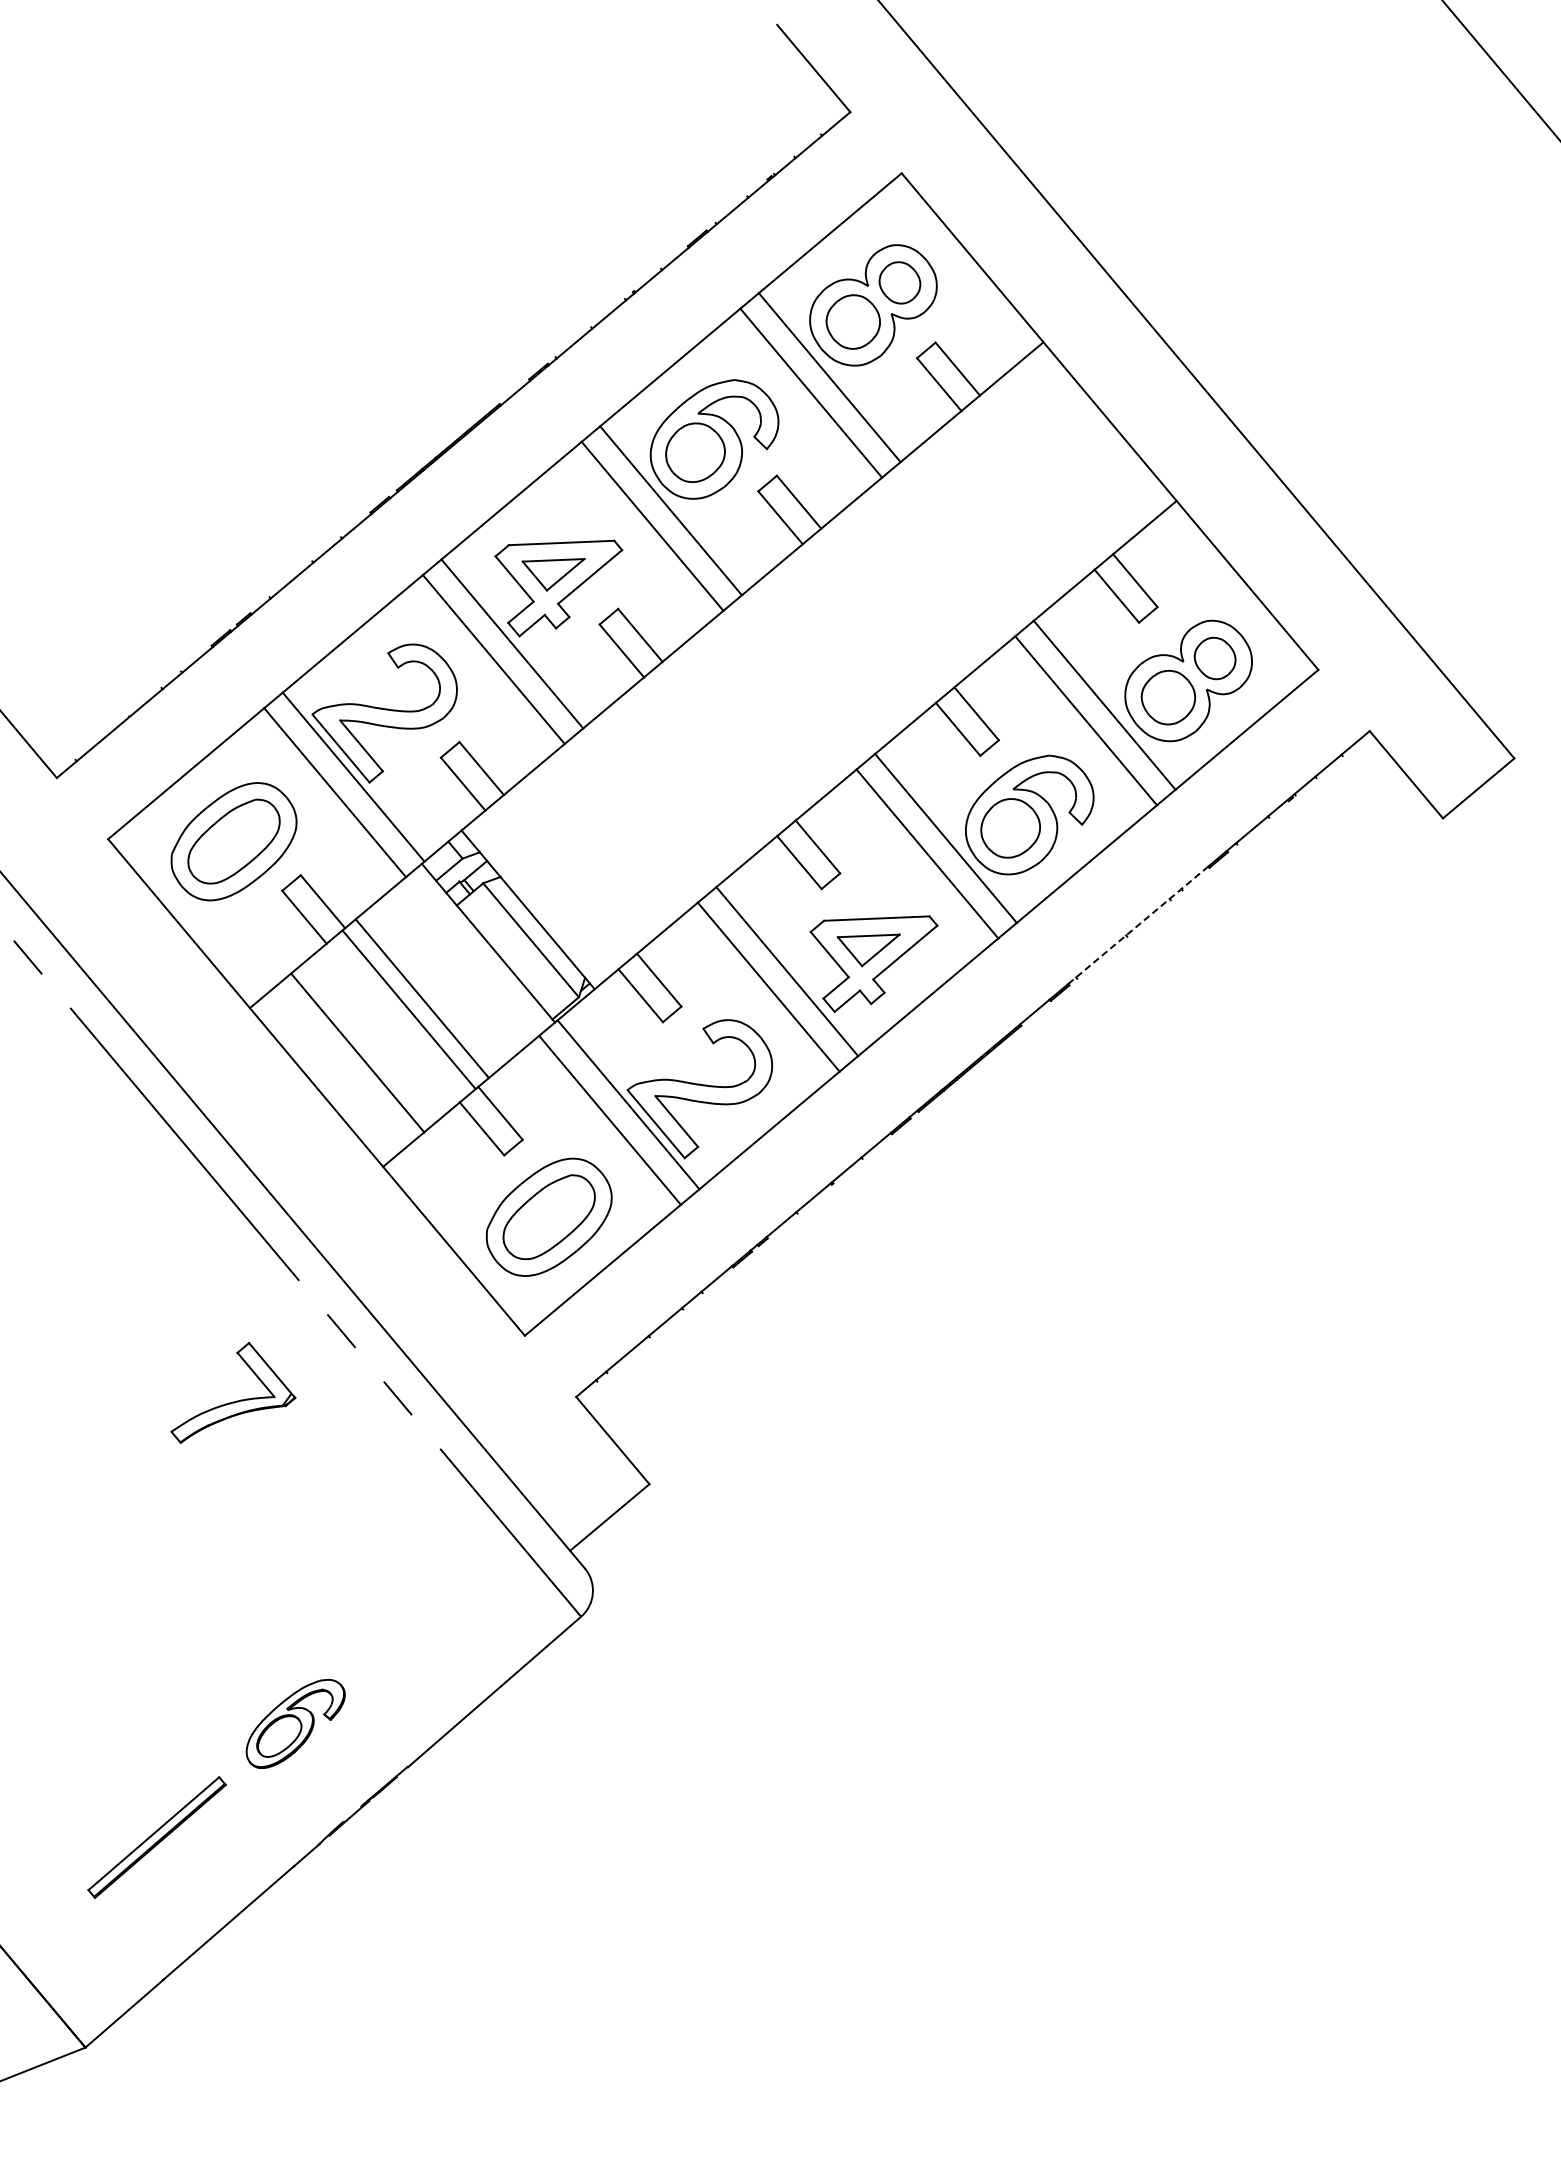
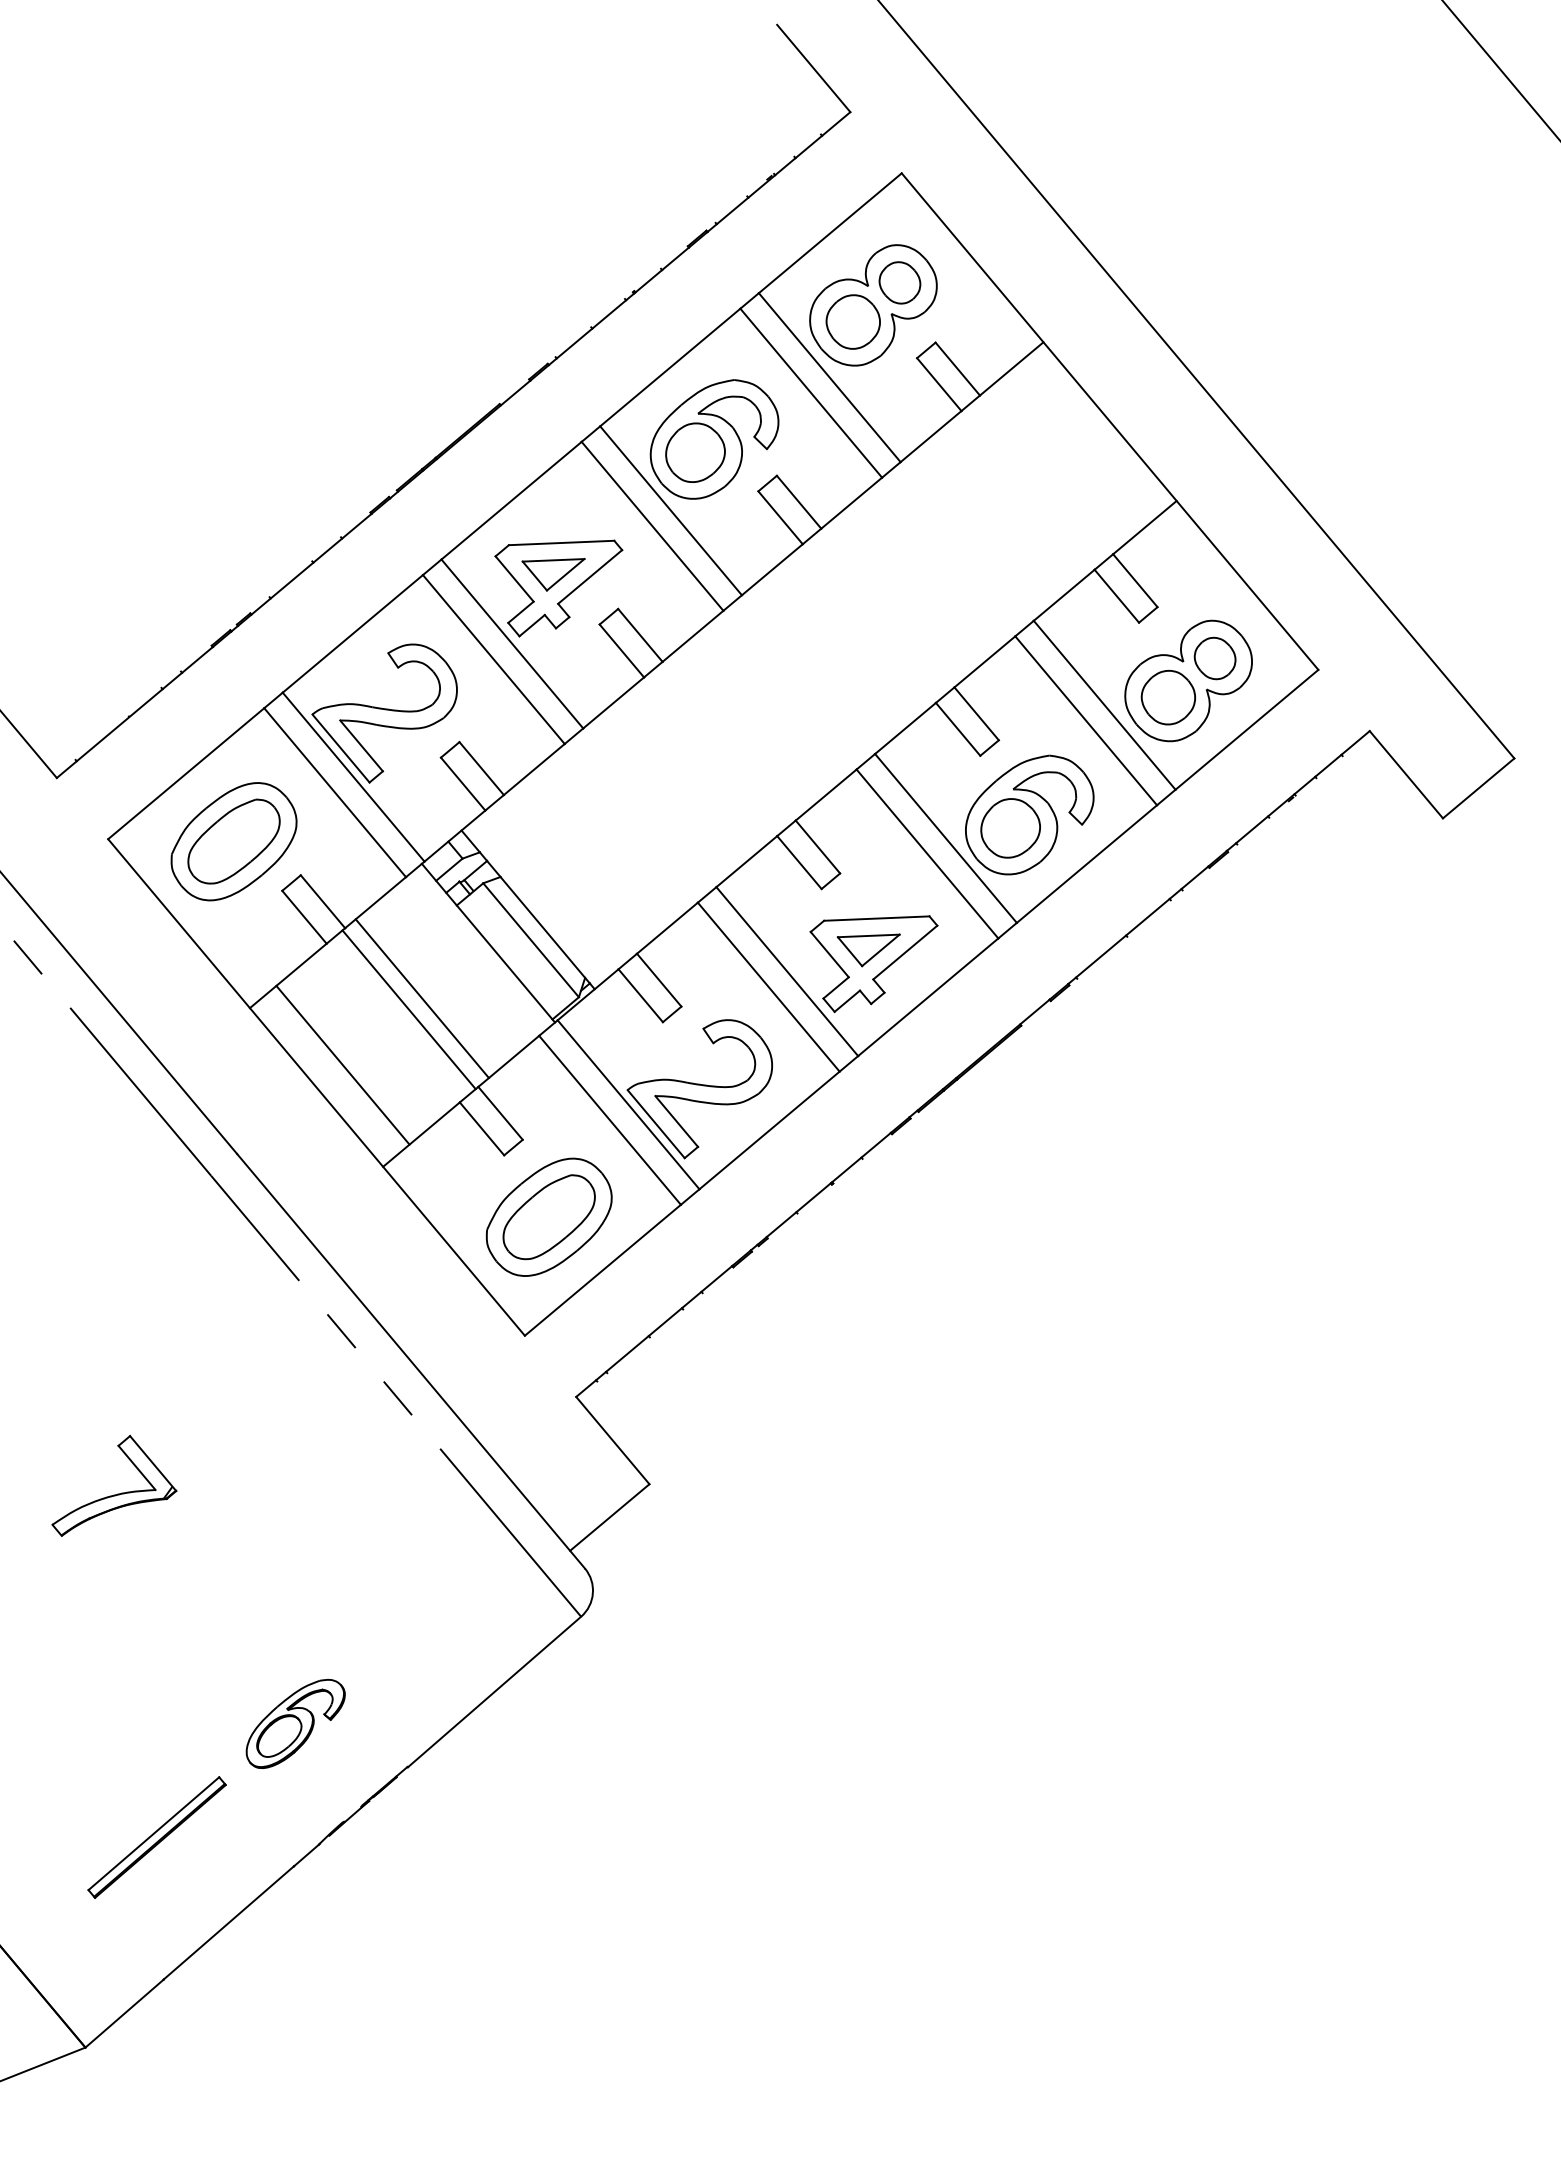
line at (1138, 924): dashed -> solid
line at (357, 1052) position: (357, 1052) -> (342, 1064)
part at (236, 1400) position: (236, 1400) -> (117, 1493)
